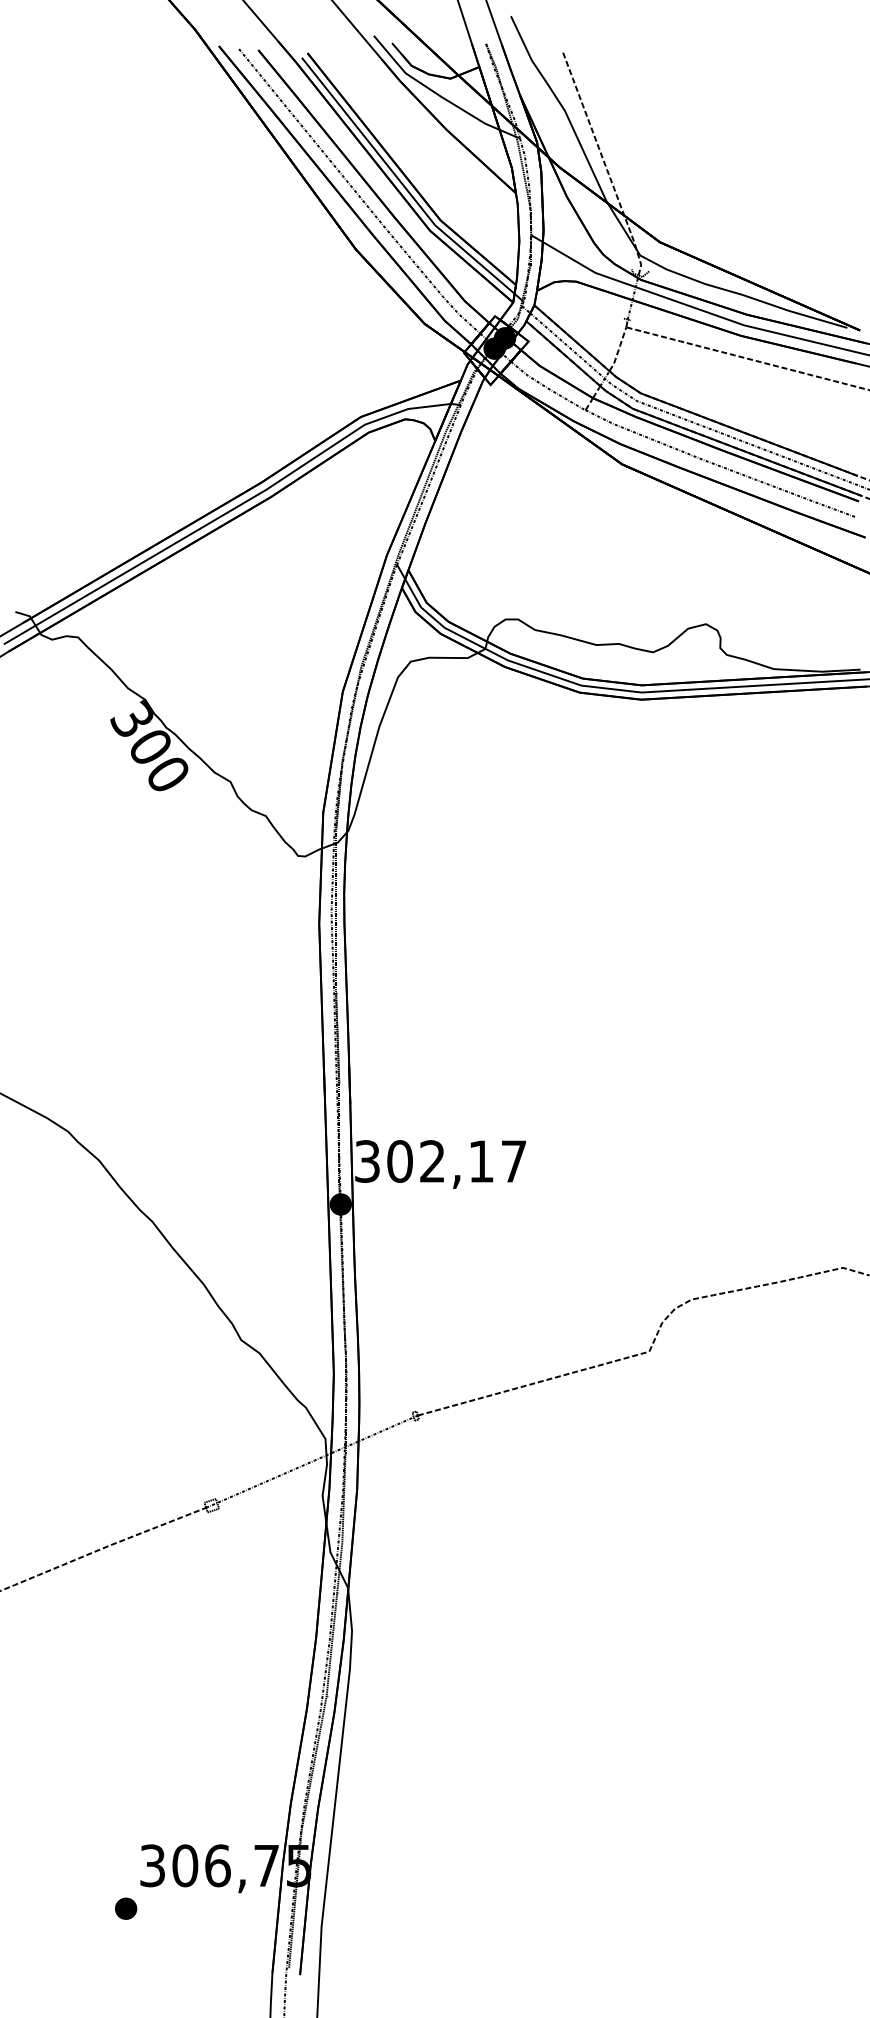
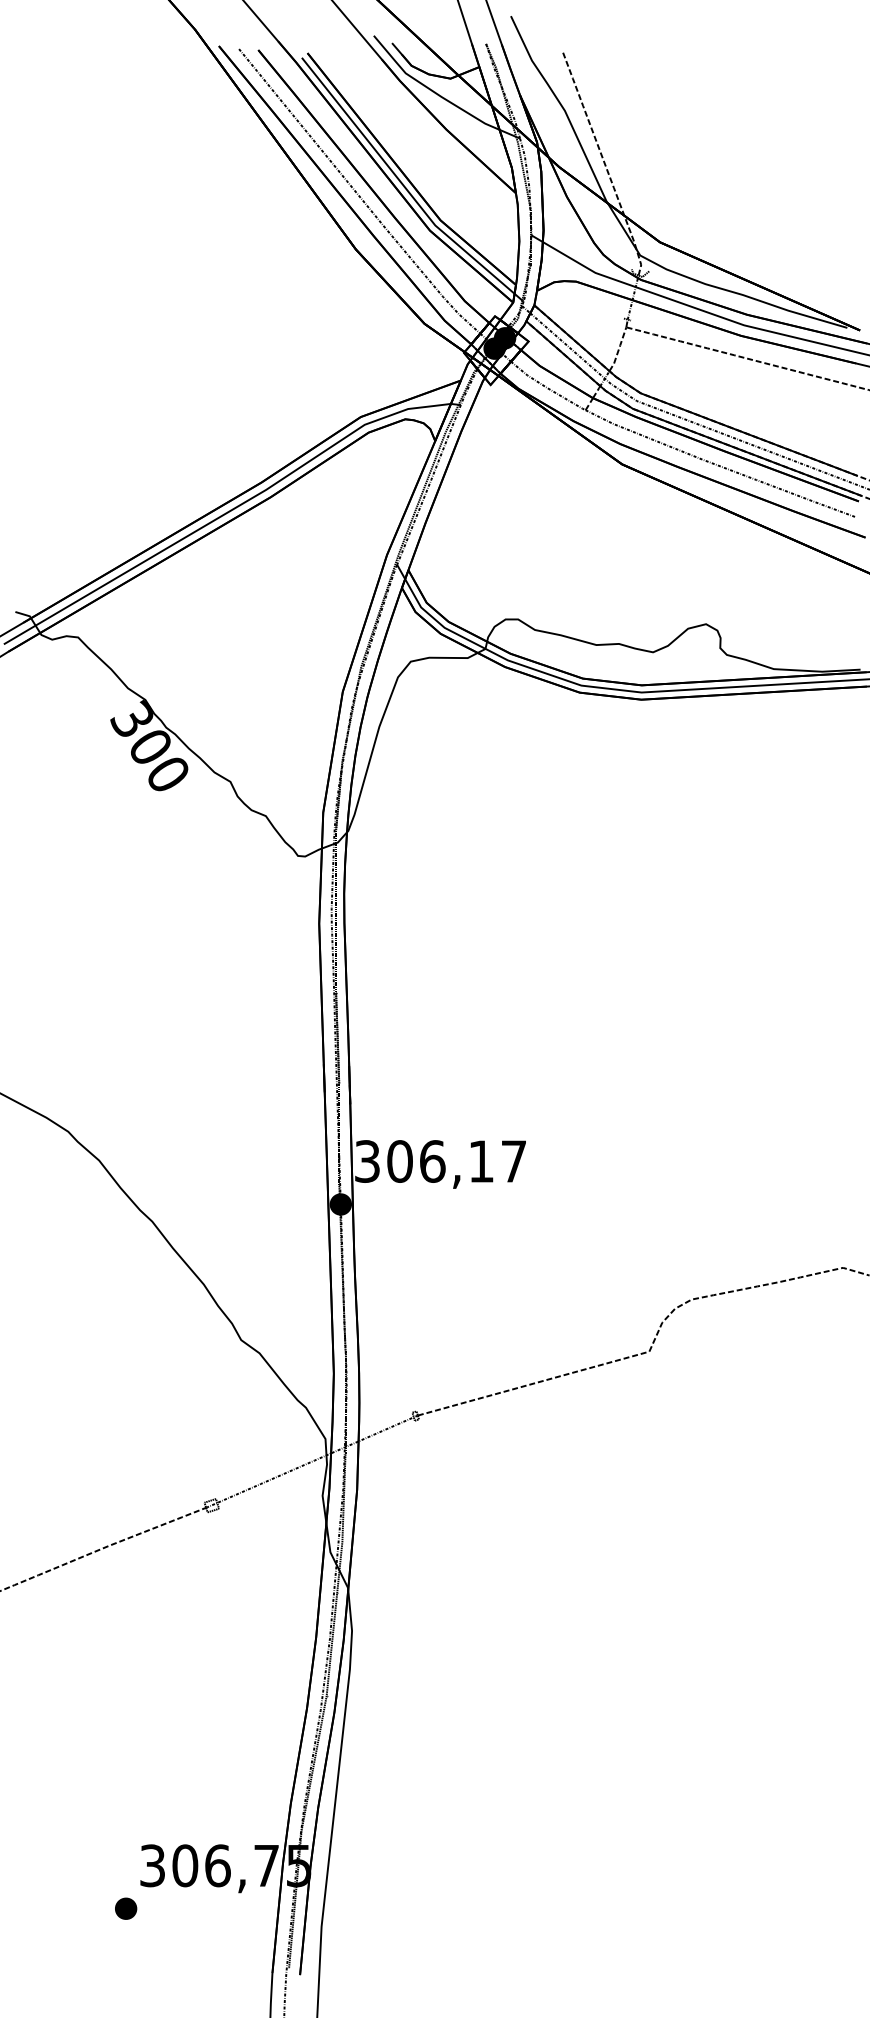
text at (432, 1161): 302,17 -> 306,17
